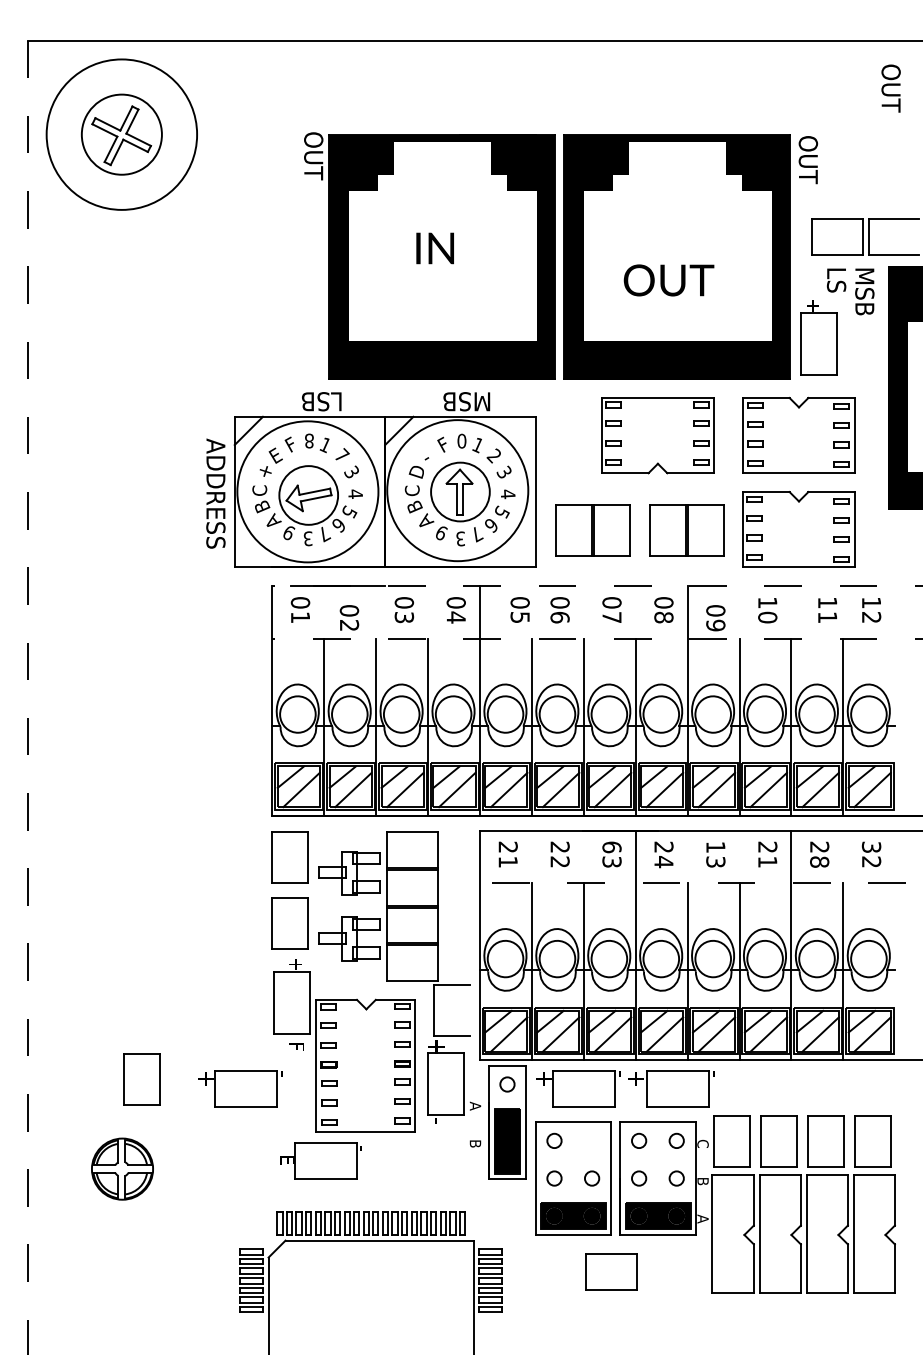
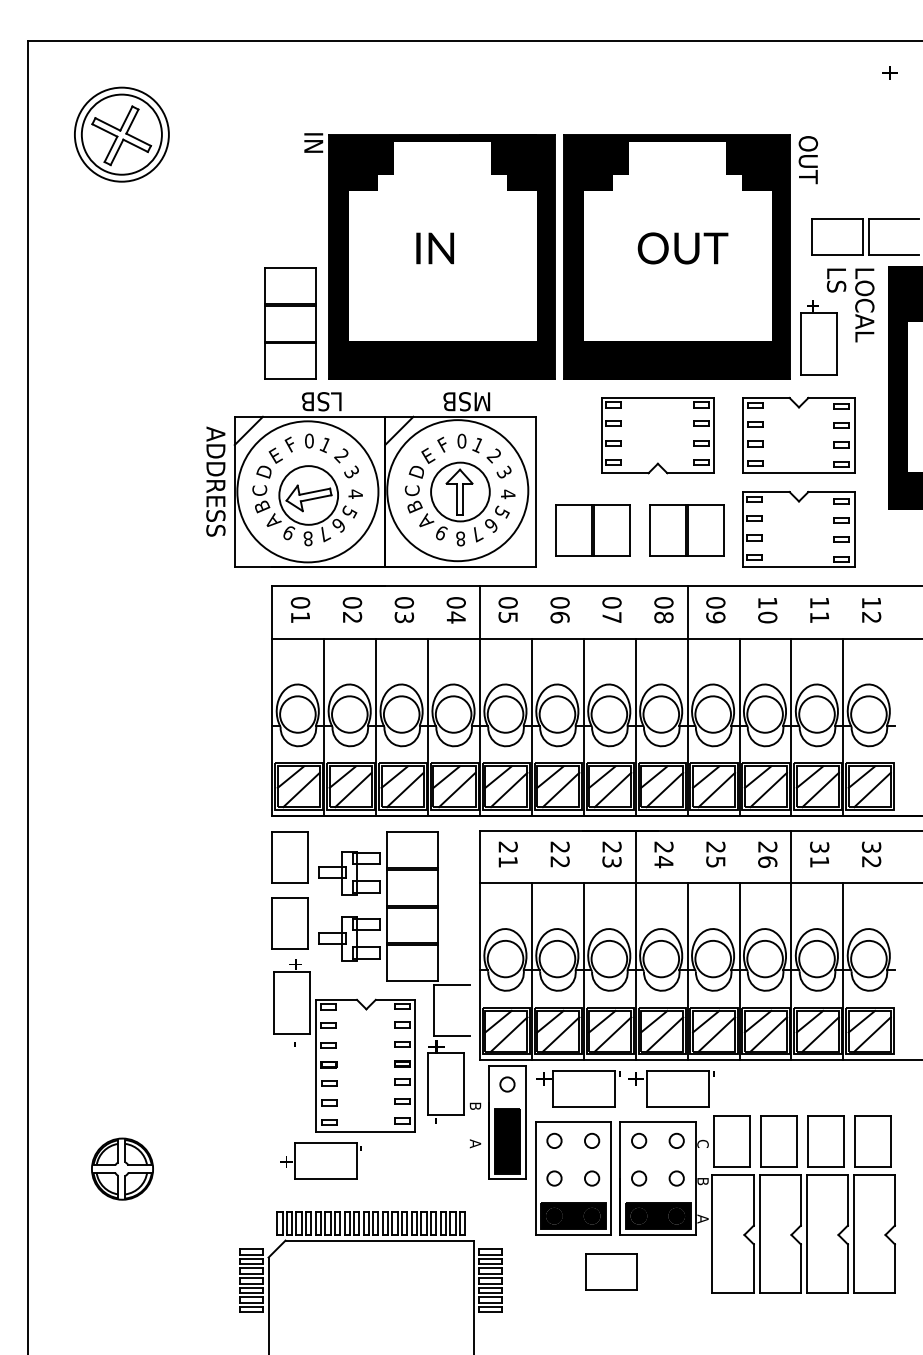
text at (890, 88): OUT -> +
circle at (121, 134) diameter: 150 px -> 94 px
text at (313, 156): OUT -> IN
text at (668, 280) position: (668, 280) -> (682, 248)
text at (864, 306): MSB -> LOCAL
part at (290, 323): none -> present
text at (309, 441): 8 -> 0
text at (341, 455): 7 -> 2
text at (428, 455): - -> E
text at (263, 471): + -> D
text at (215, 493) position: (215, 493) -> (215, 481)
text at (307, 538): 3 -> 8
text at (460, 538): 3 -> 8
line at (597, 586): dashed -> solid
text at (519, 609) position: (519, 609) -> (507, 609)
text at (827, 610) position: (827, 610) -> (819, 610)
text at (349, 617) position: (349, 617) -> (352, 609)
text at (715, 618) position: (715, 618) -> (715, 610)
line at (597, 638): dashed -> solid
line at (27, 697): dashed -> solid
text at (611, 847): 63 -> 23
text at (715, 854): 13 -> 25
text at (819, 854): 28 -> 31
text at (767, 861): 21 -> 26
line at (700, 883): dashed -> solid
text at (296, 1046): F -> -
part at (141, 1079): present -> none
part at (240, 1088): present -> none
text at (475, 1105): A -> B
circle at (592, 1140): none -> present
text at (475, 1143): B -> A
text at (286, 1161): E -> +
